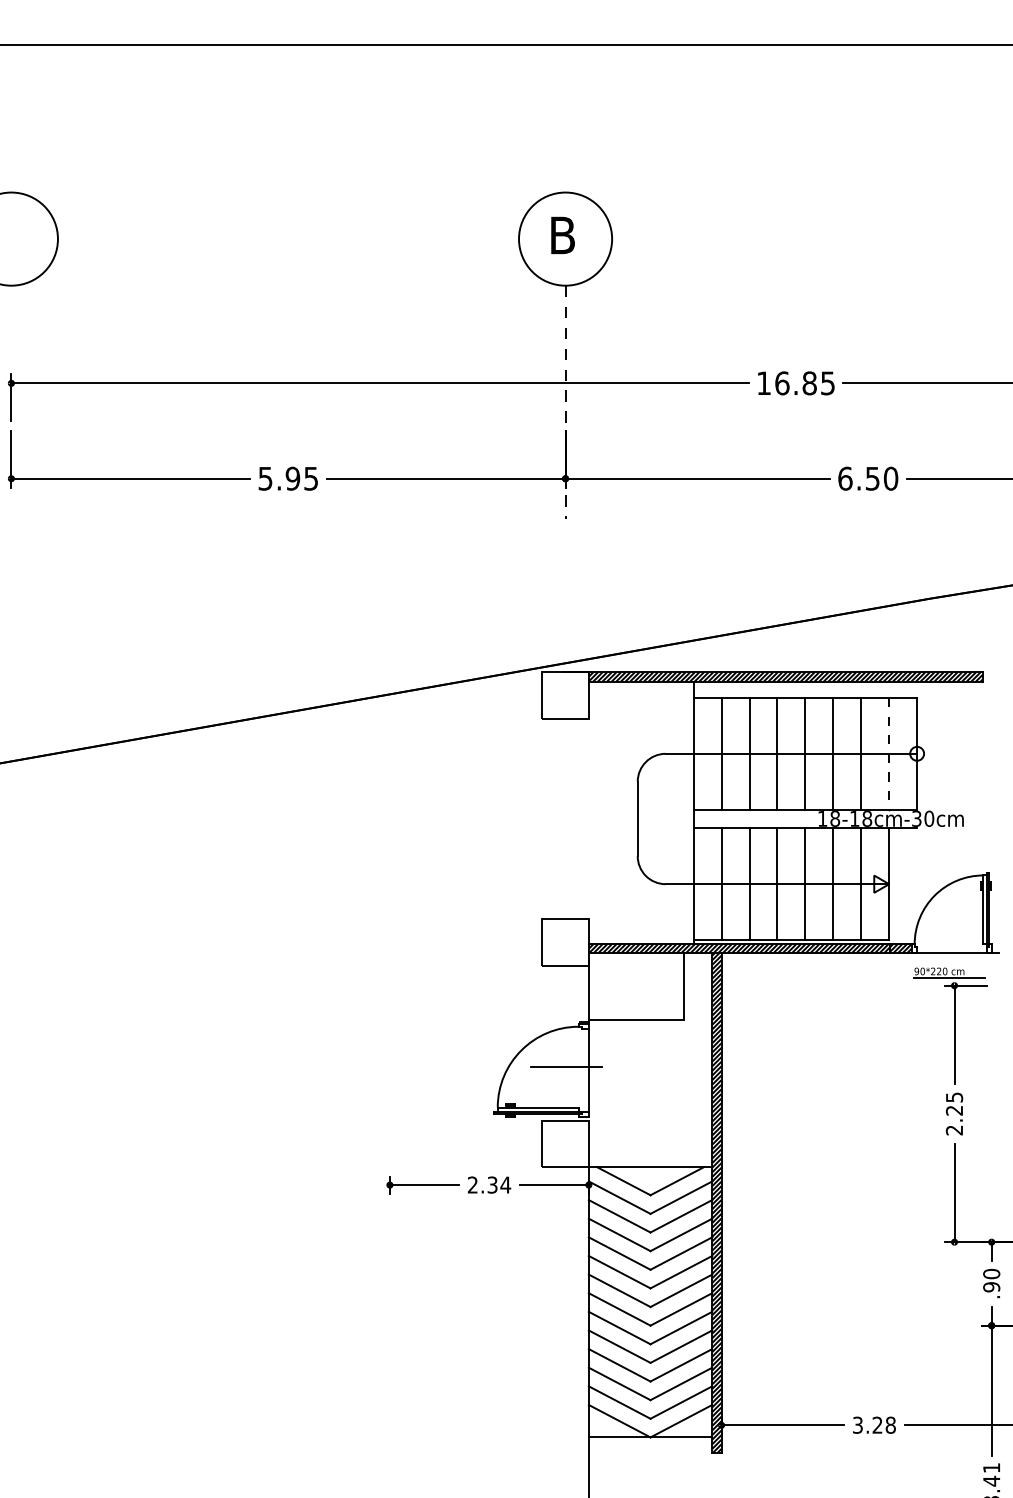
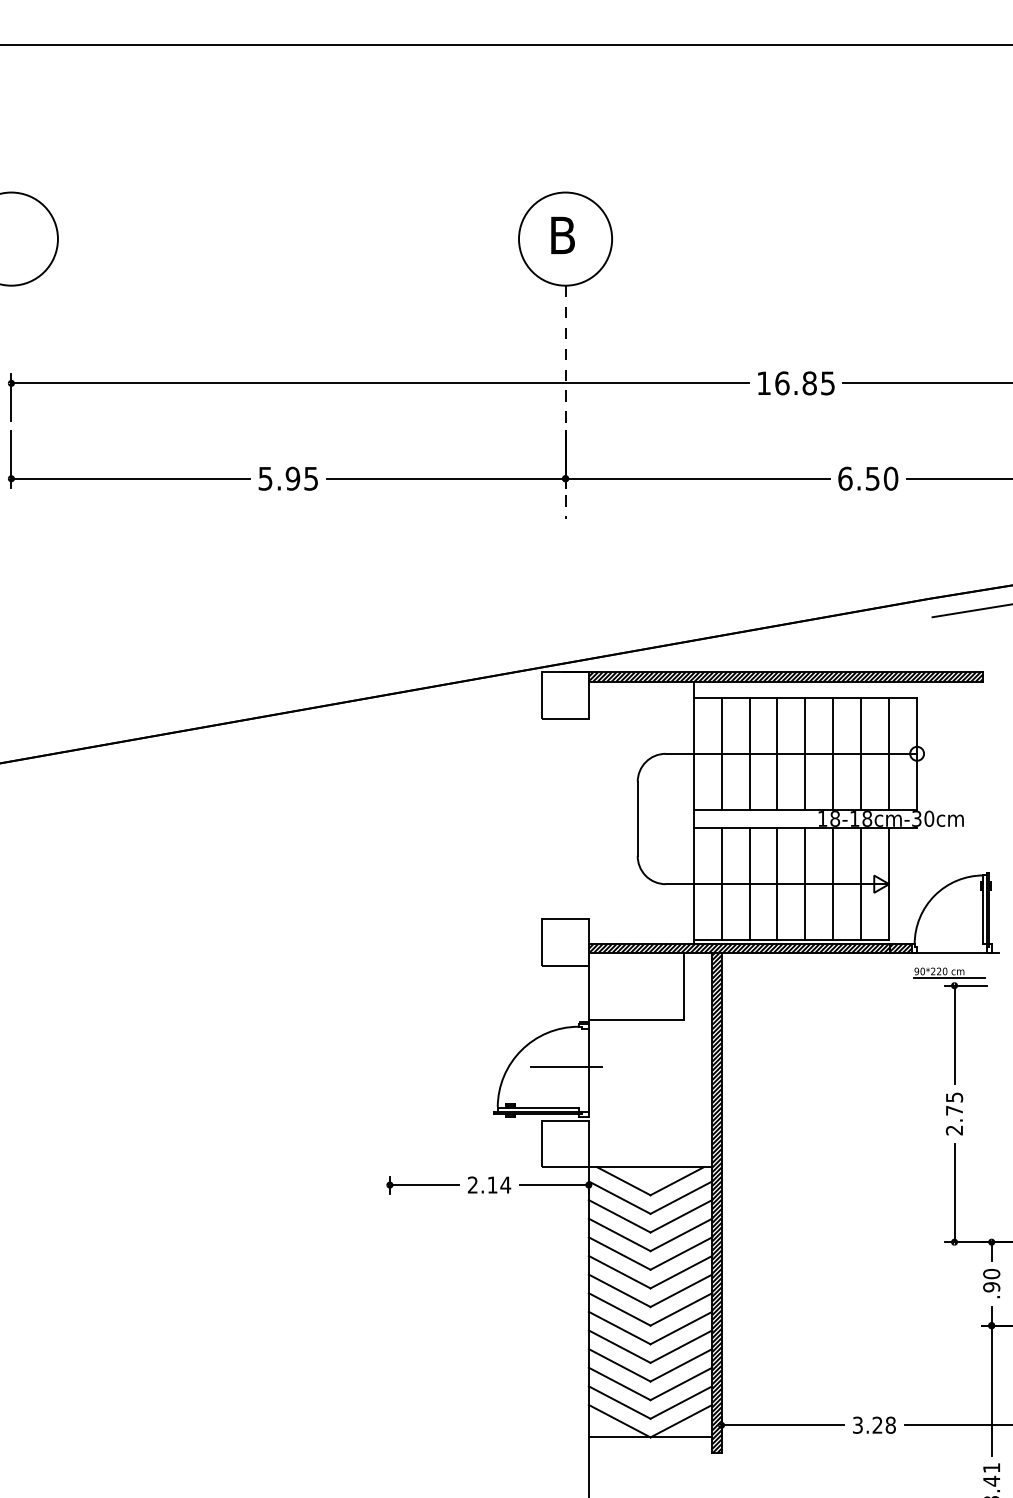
line at (970, 610): none -> present
line at (889, 753): dashed -> solid
text at (953, 1110): 2.25 -> 2.75
text at (492, 1184): 2.34 -> 2.14
